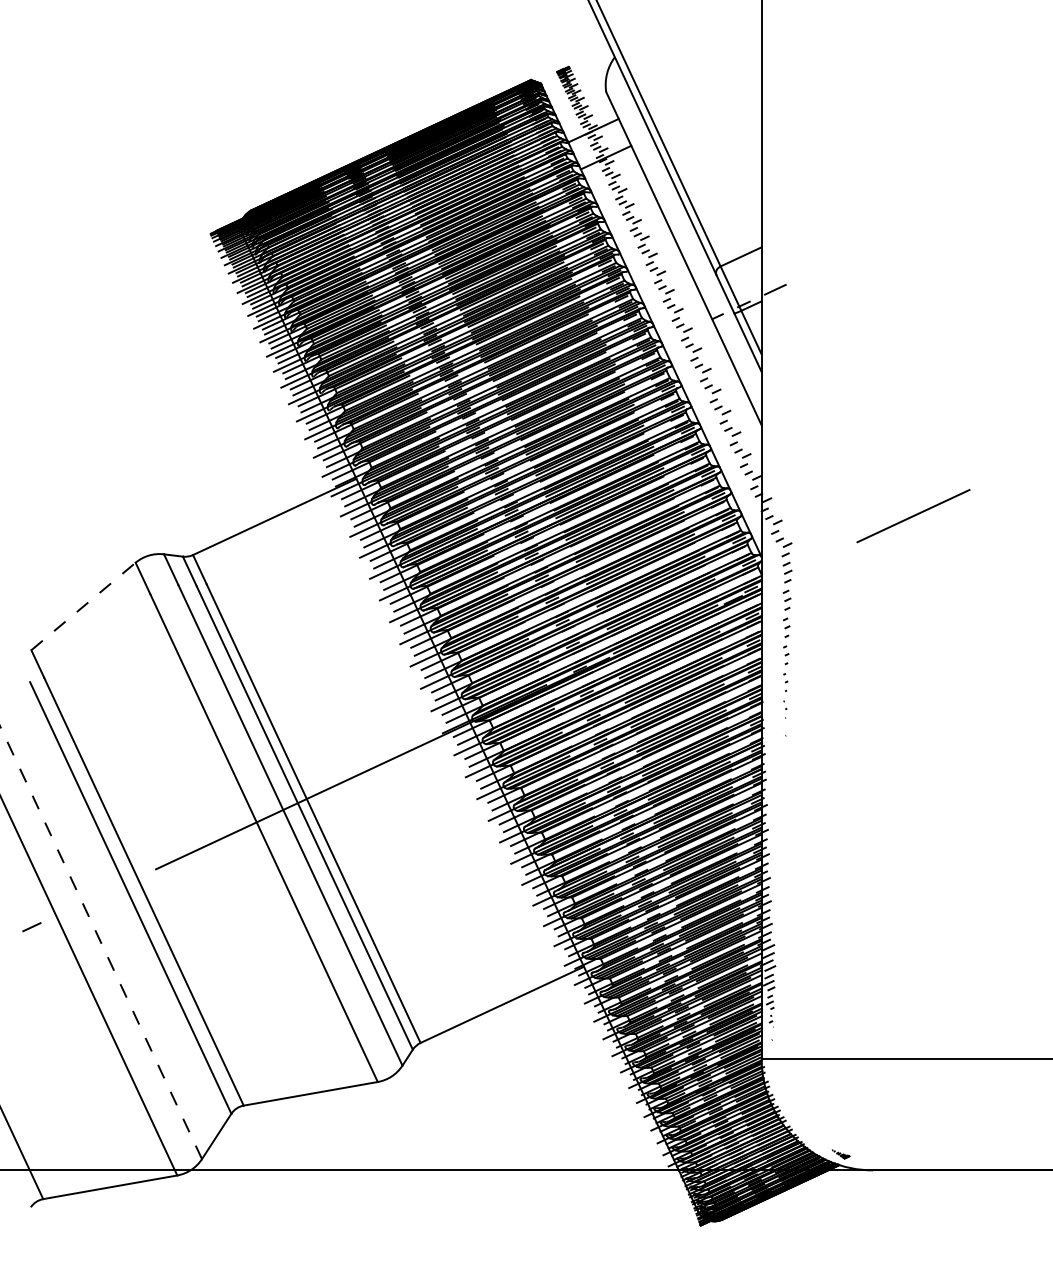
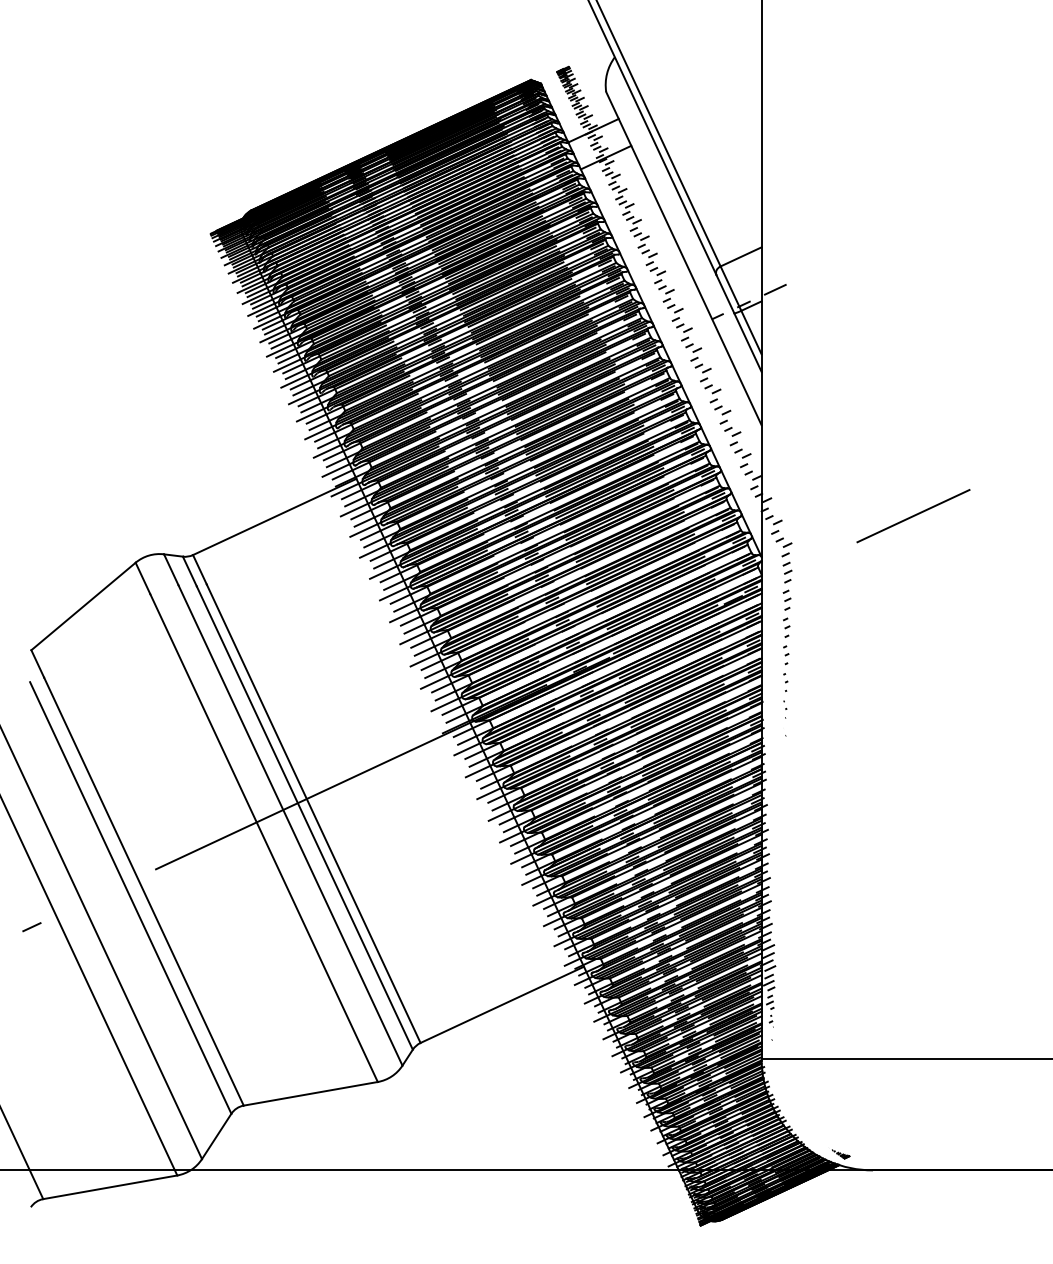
line at (83, 606): dashed -> solid
line at (101, 942): dashed -> solid
